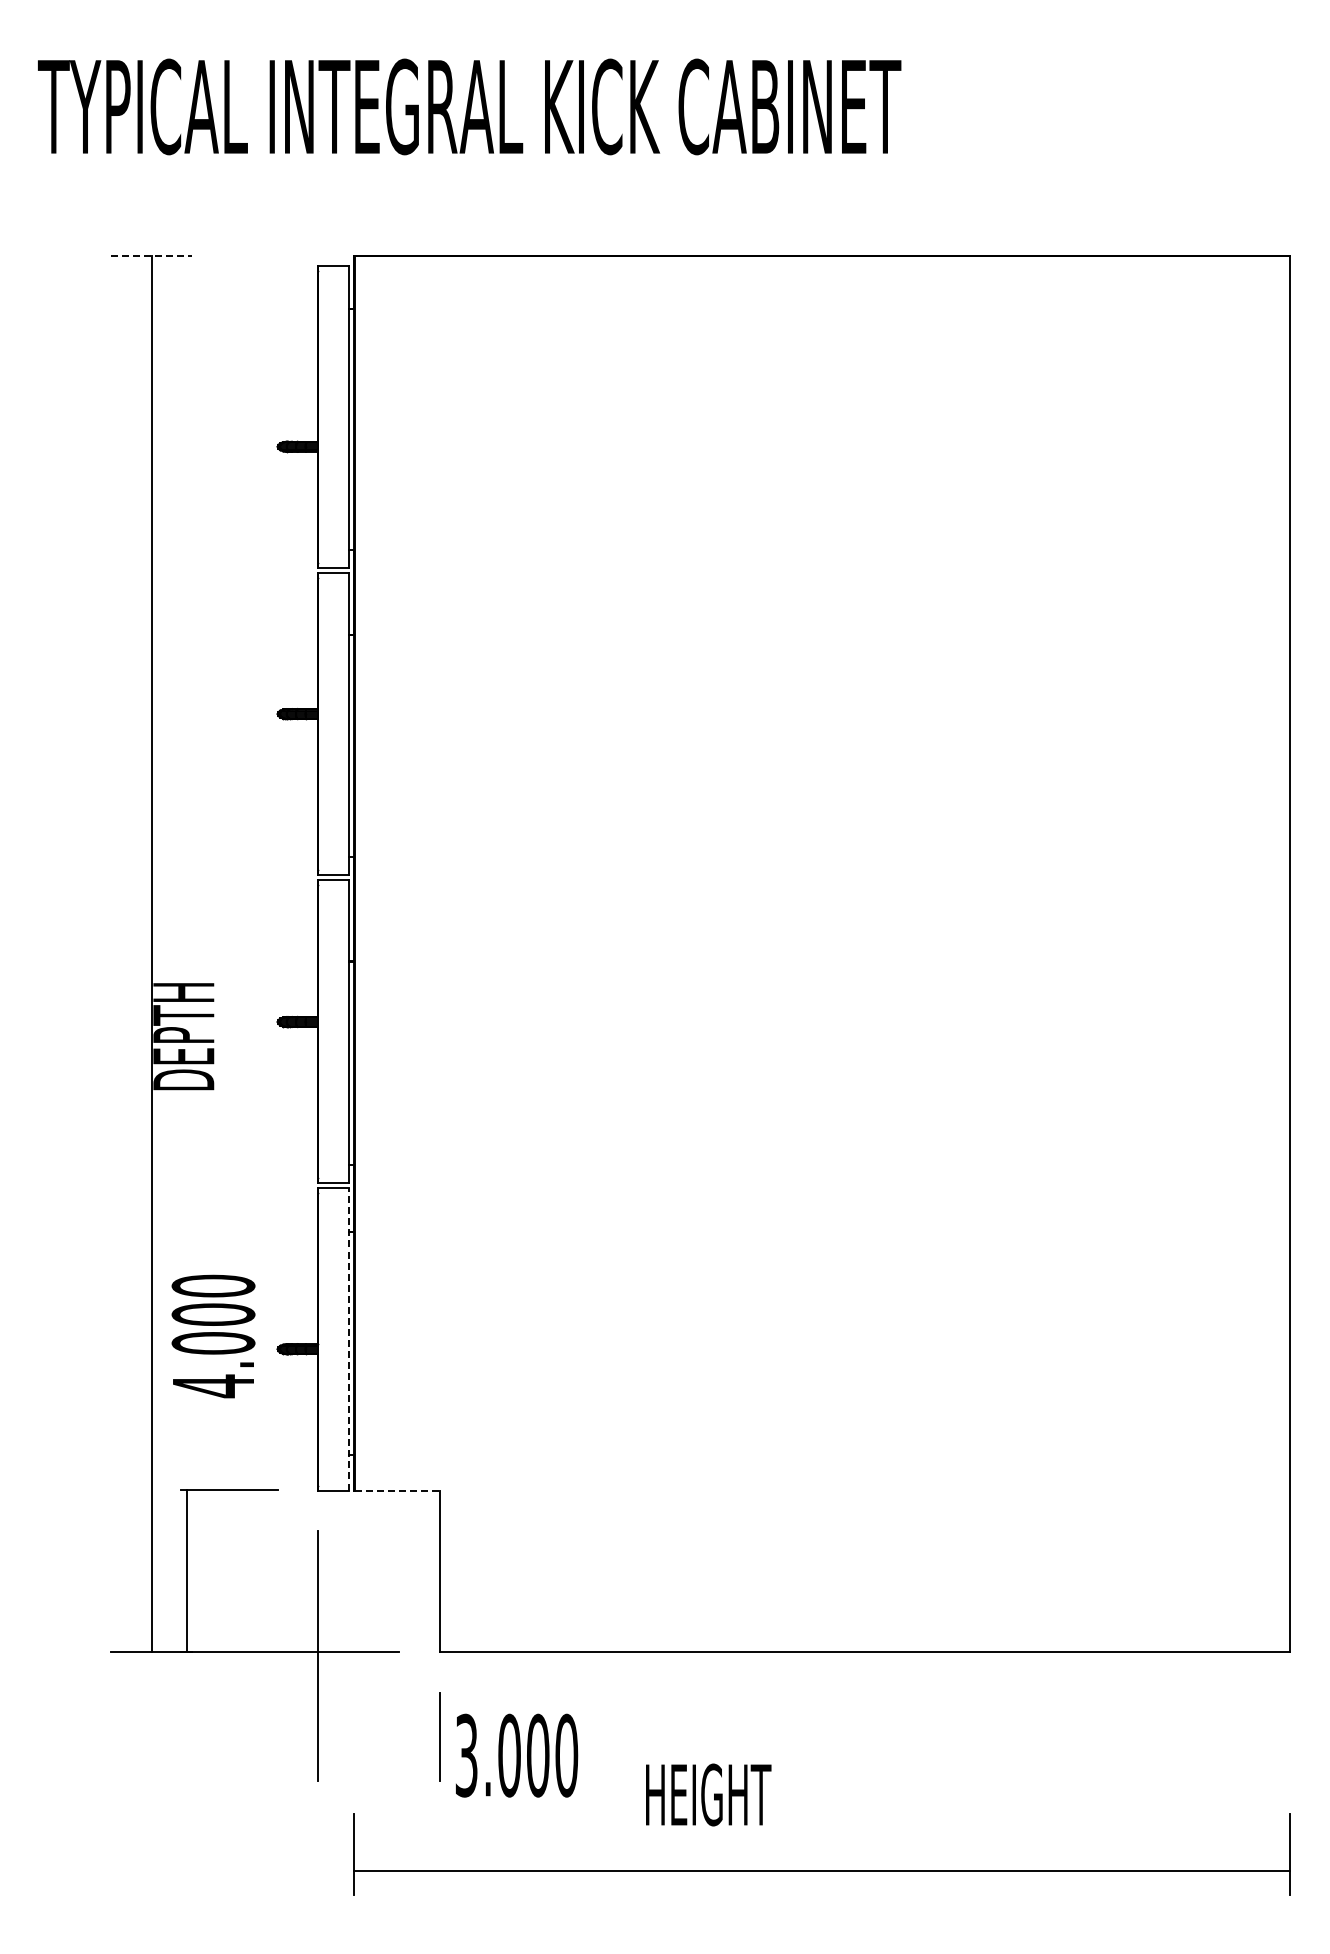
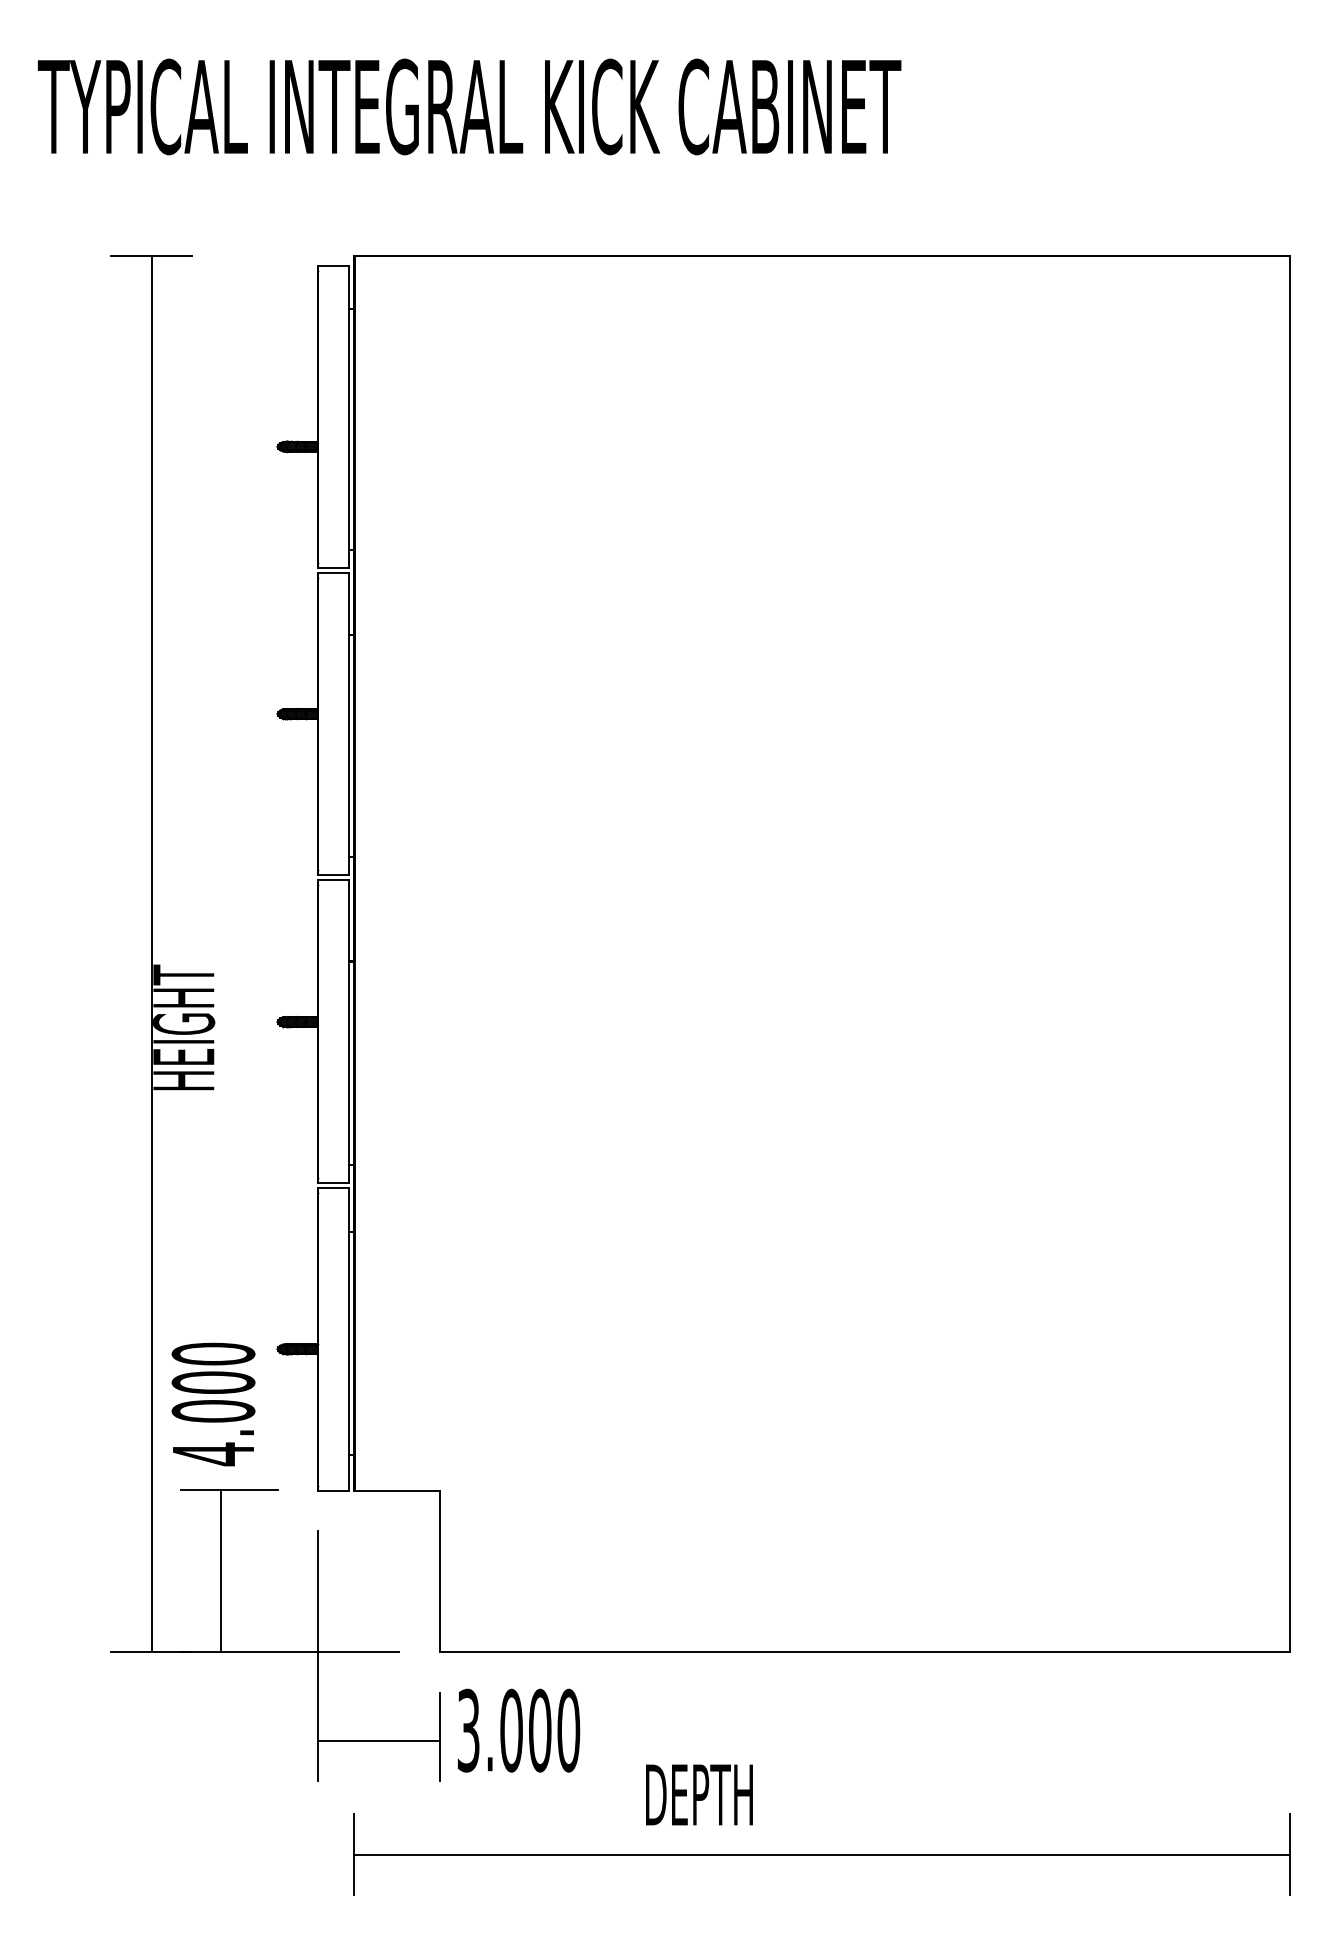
line at (152, 255): dashed -> solid
text at (184, 1025): DEPTH -> HEIGHT
text at (213, 1336) position: (213, 1336) -> (213, 1404)
line at (348, 1338): dashed -> solid
line at (397, 1490): dashed -> solid
line at (187, 1571) position: (187, 1571) -> (221, 1571)
line at (378, 1740): none -> present
text at (517, 1755) position: (517, 1755) -> (519, 1730)
text at (710, 1794): HEIGHT -> DEPTH
line at (821, 1870) position: (821, 1870) -> (821, 1854)
